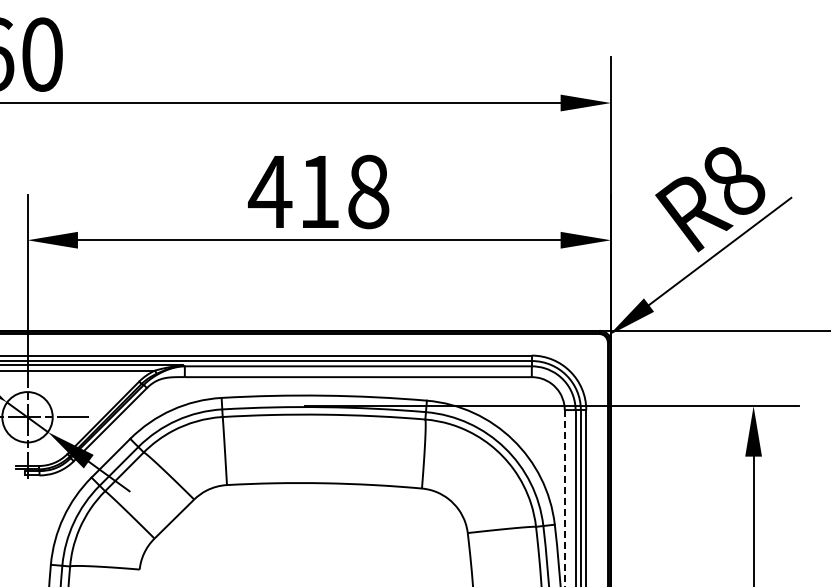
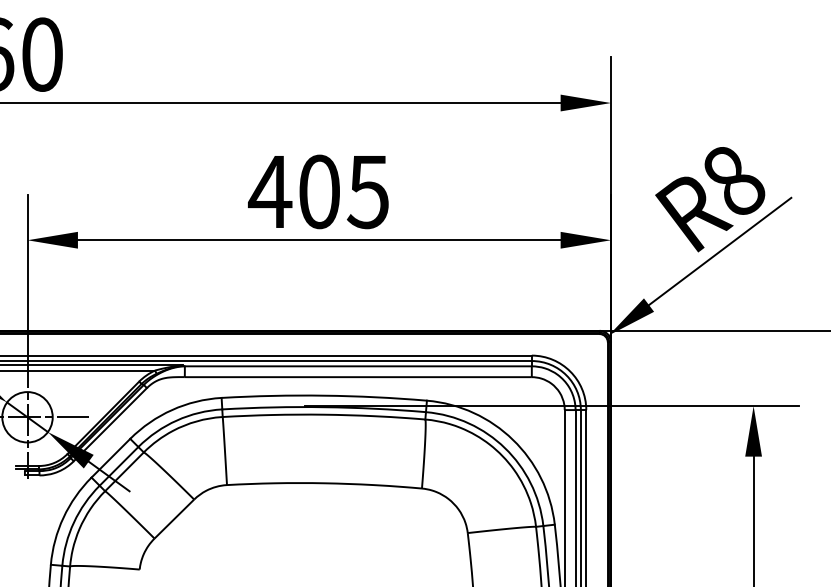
text at (344, 191): 418 -> 405
line at (564, 498): dashed -> solid
